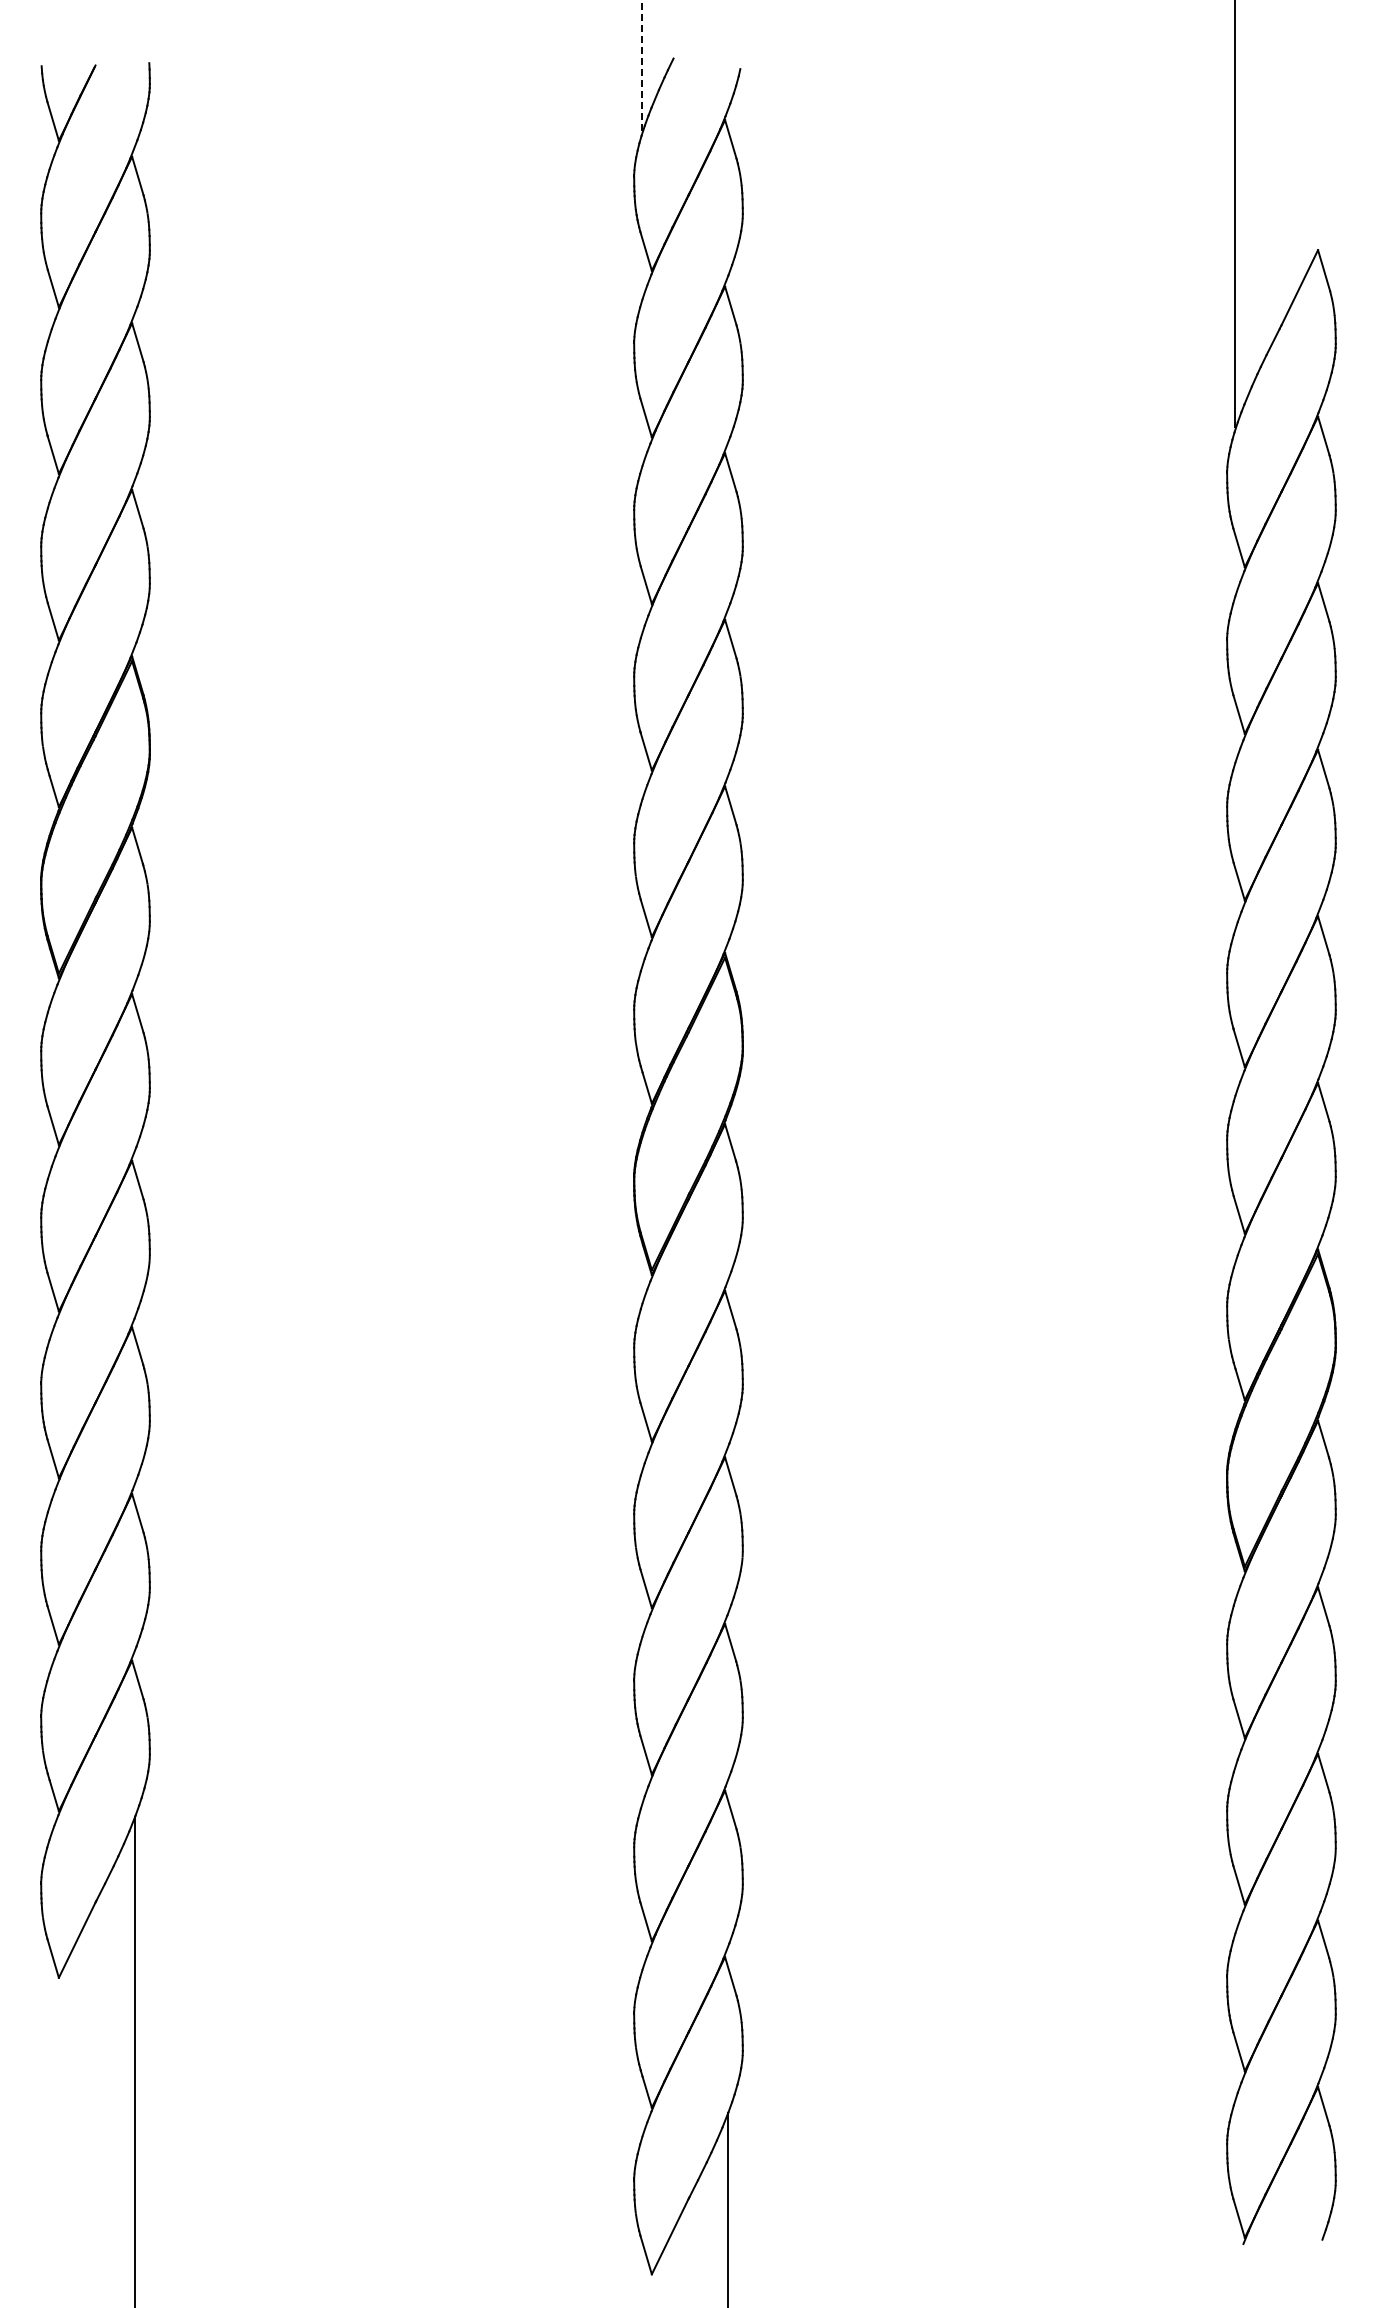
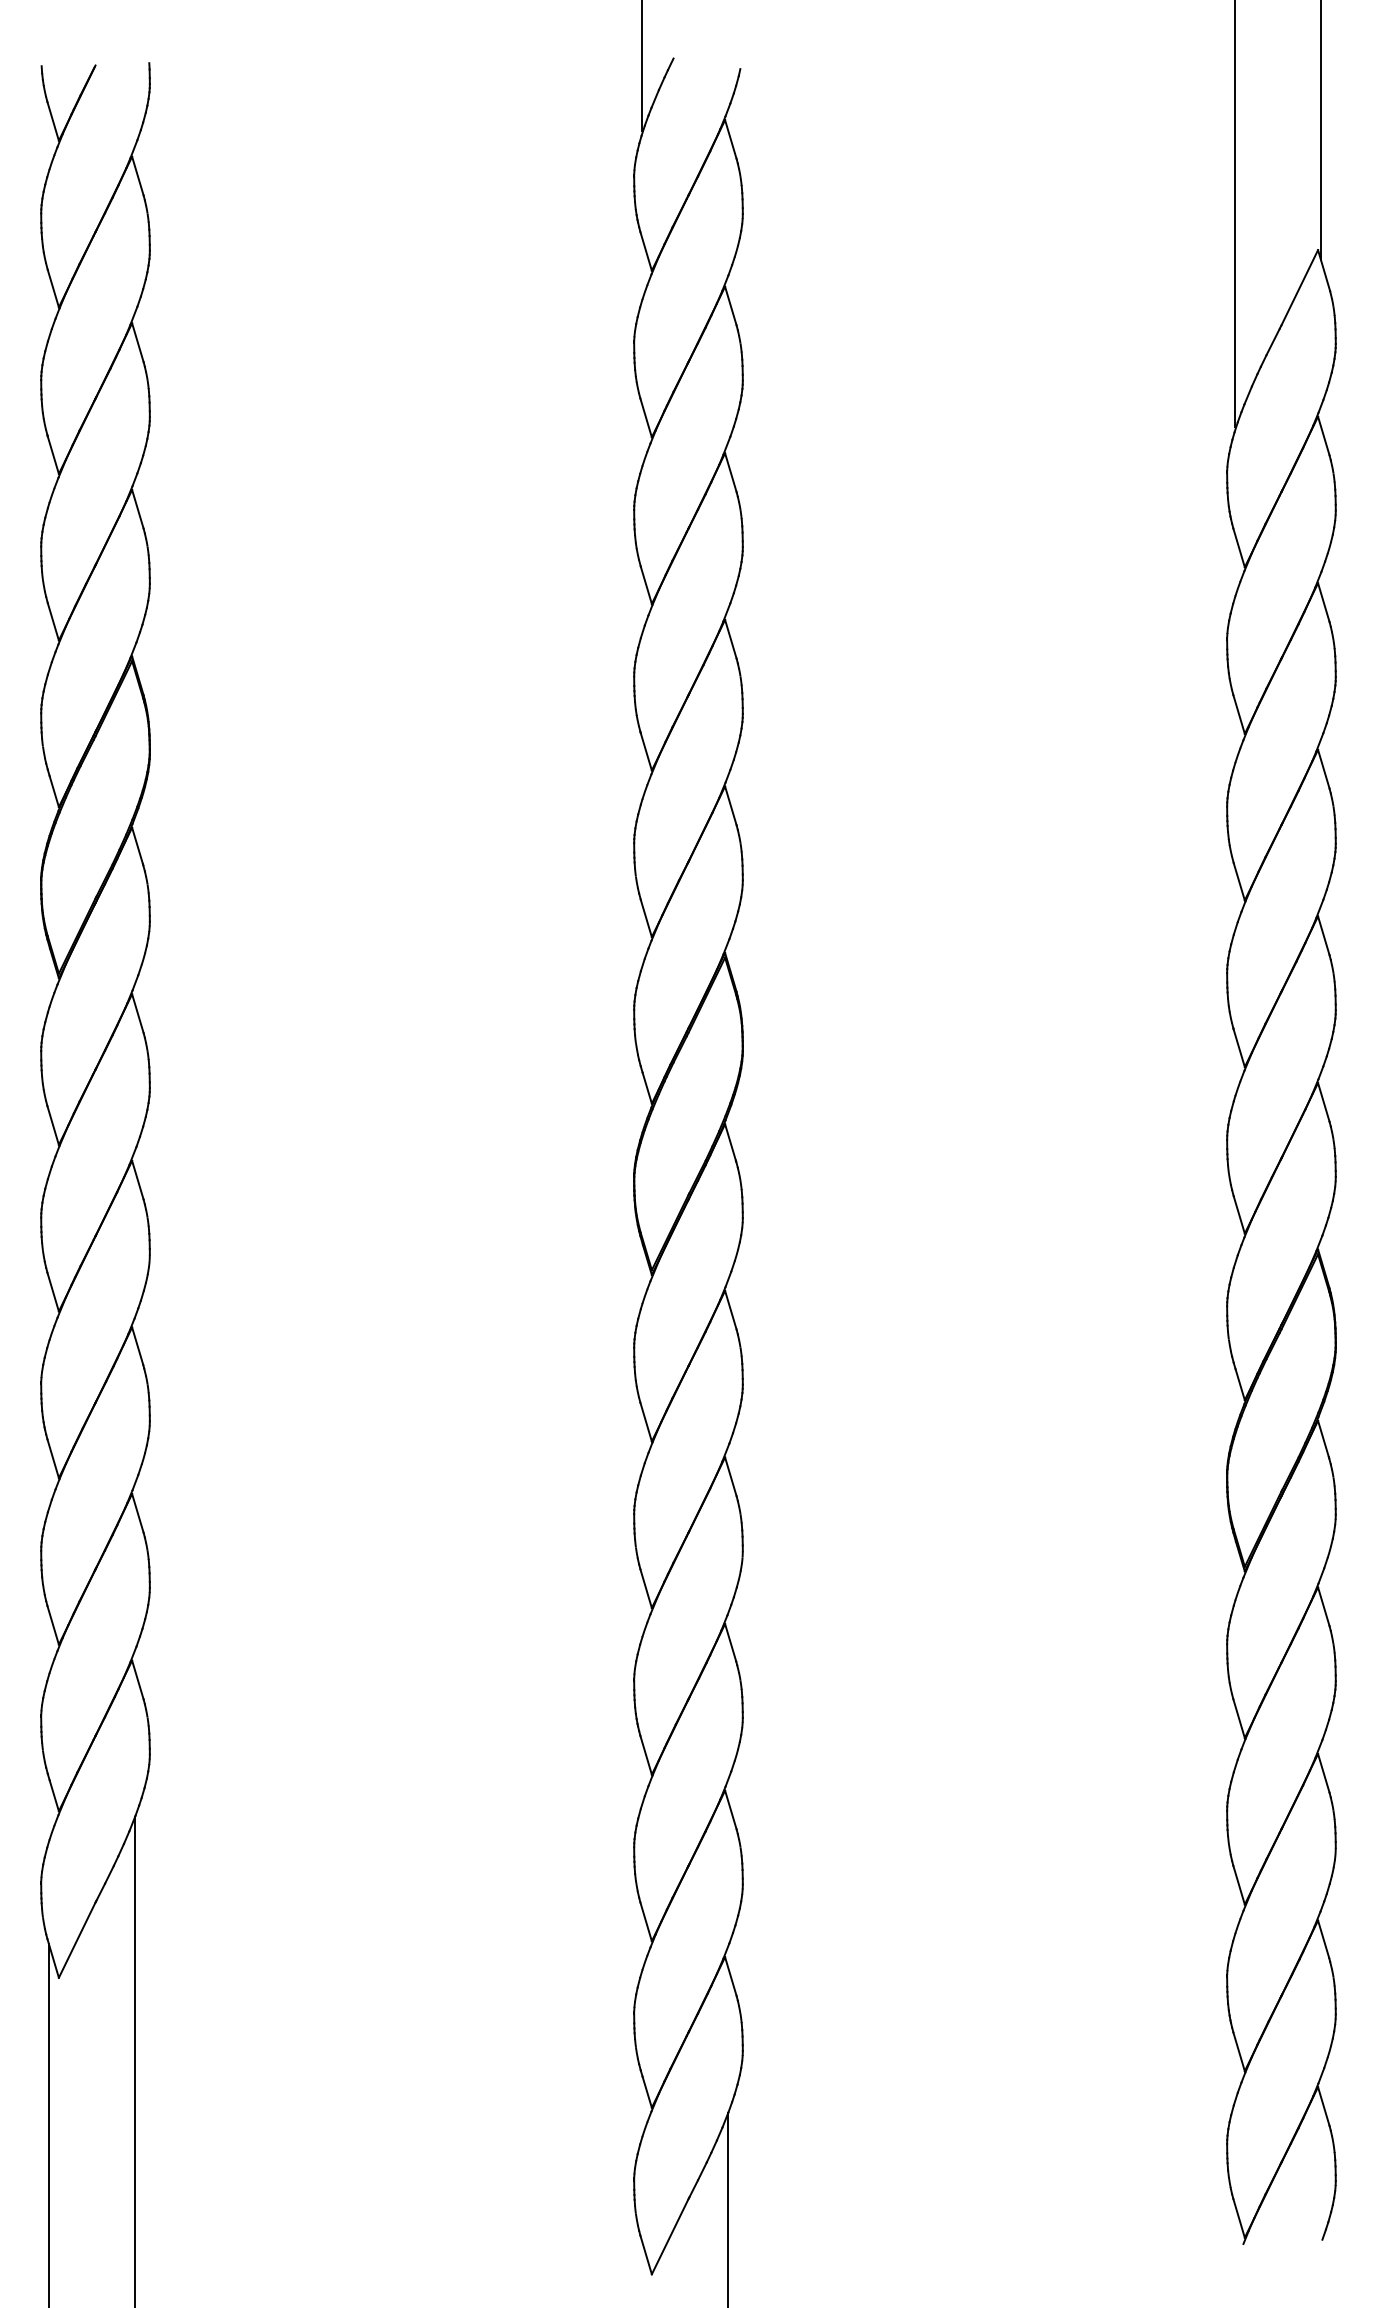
line at (641, 65): dashed -> solid
line at (1321, 131): none -> present
line at (49, 2124): none -> present
